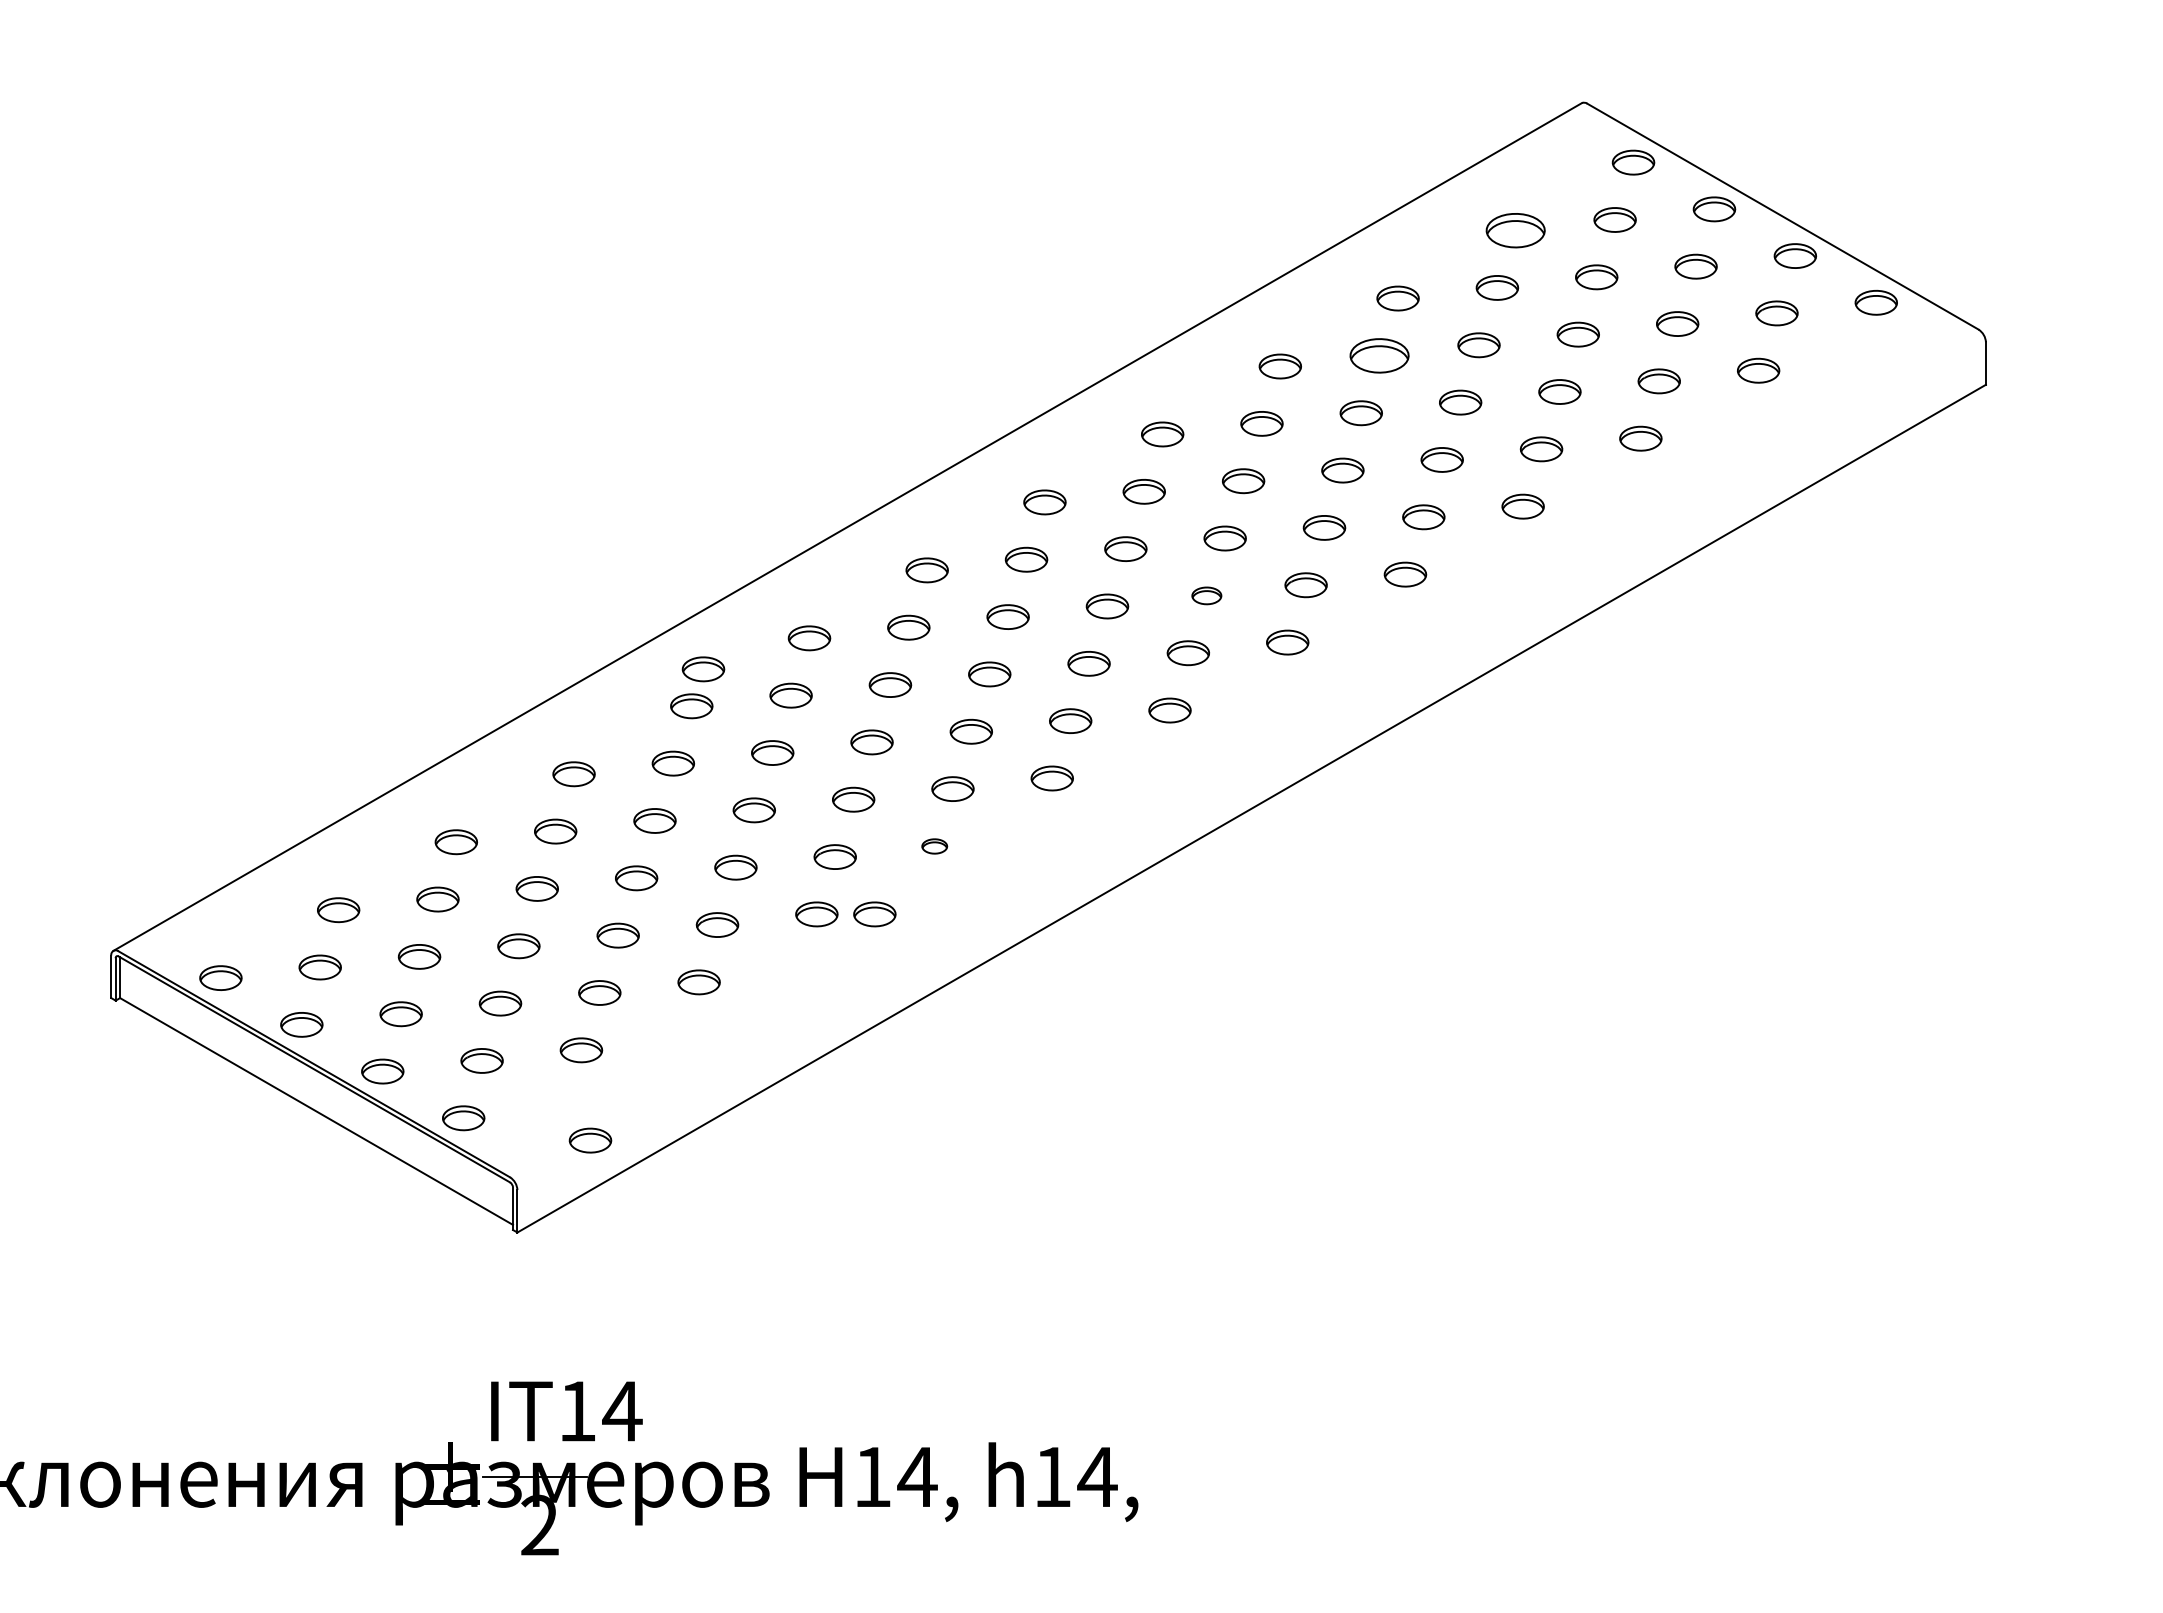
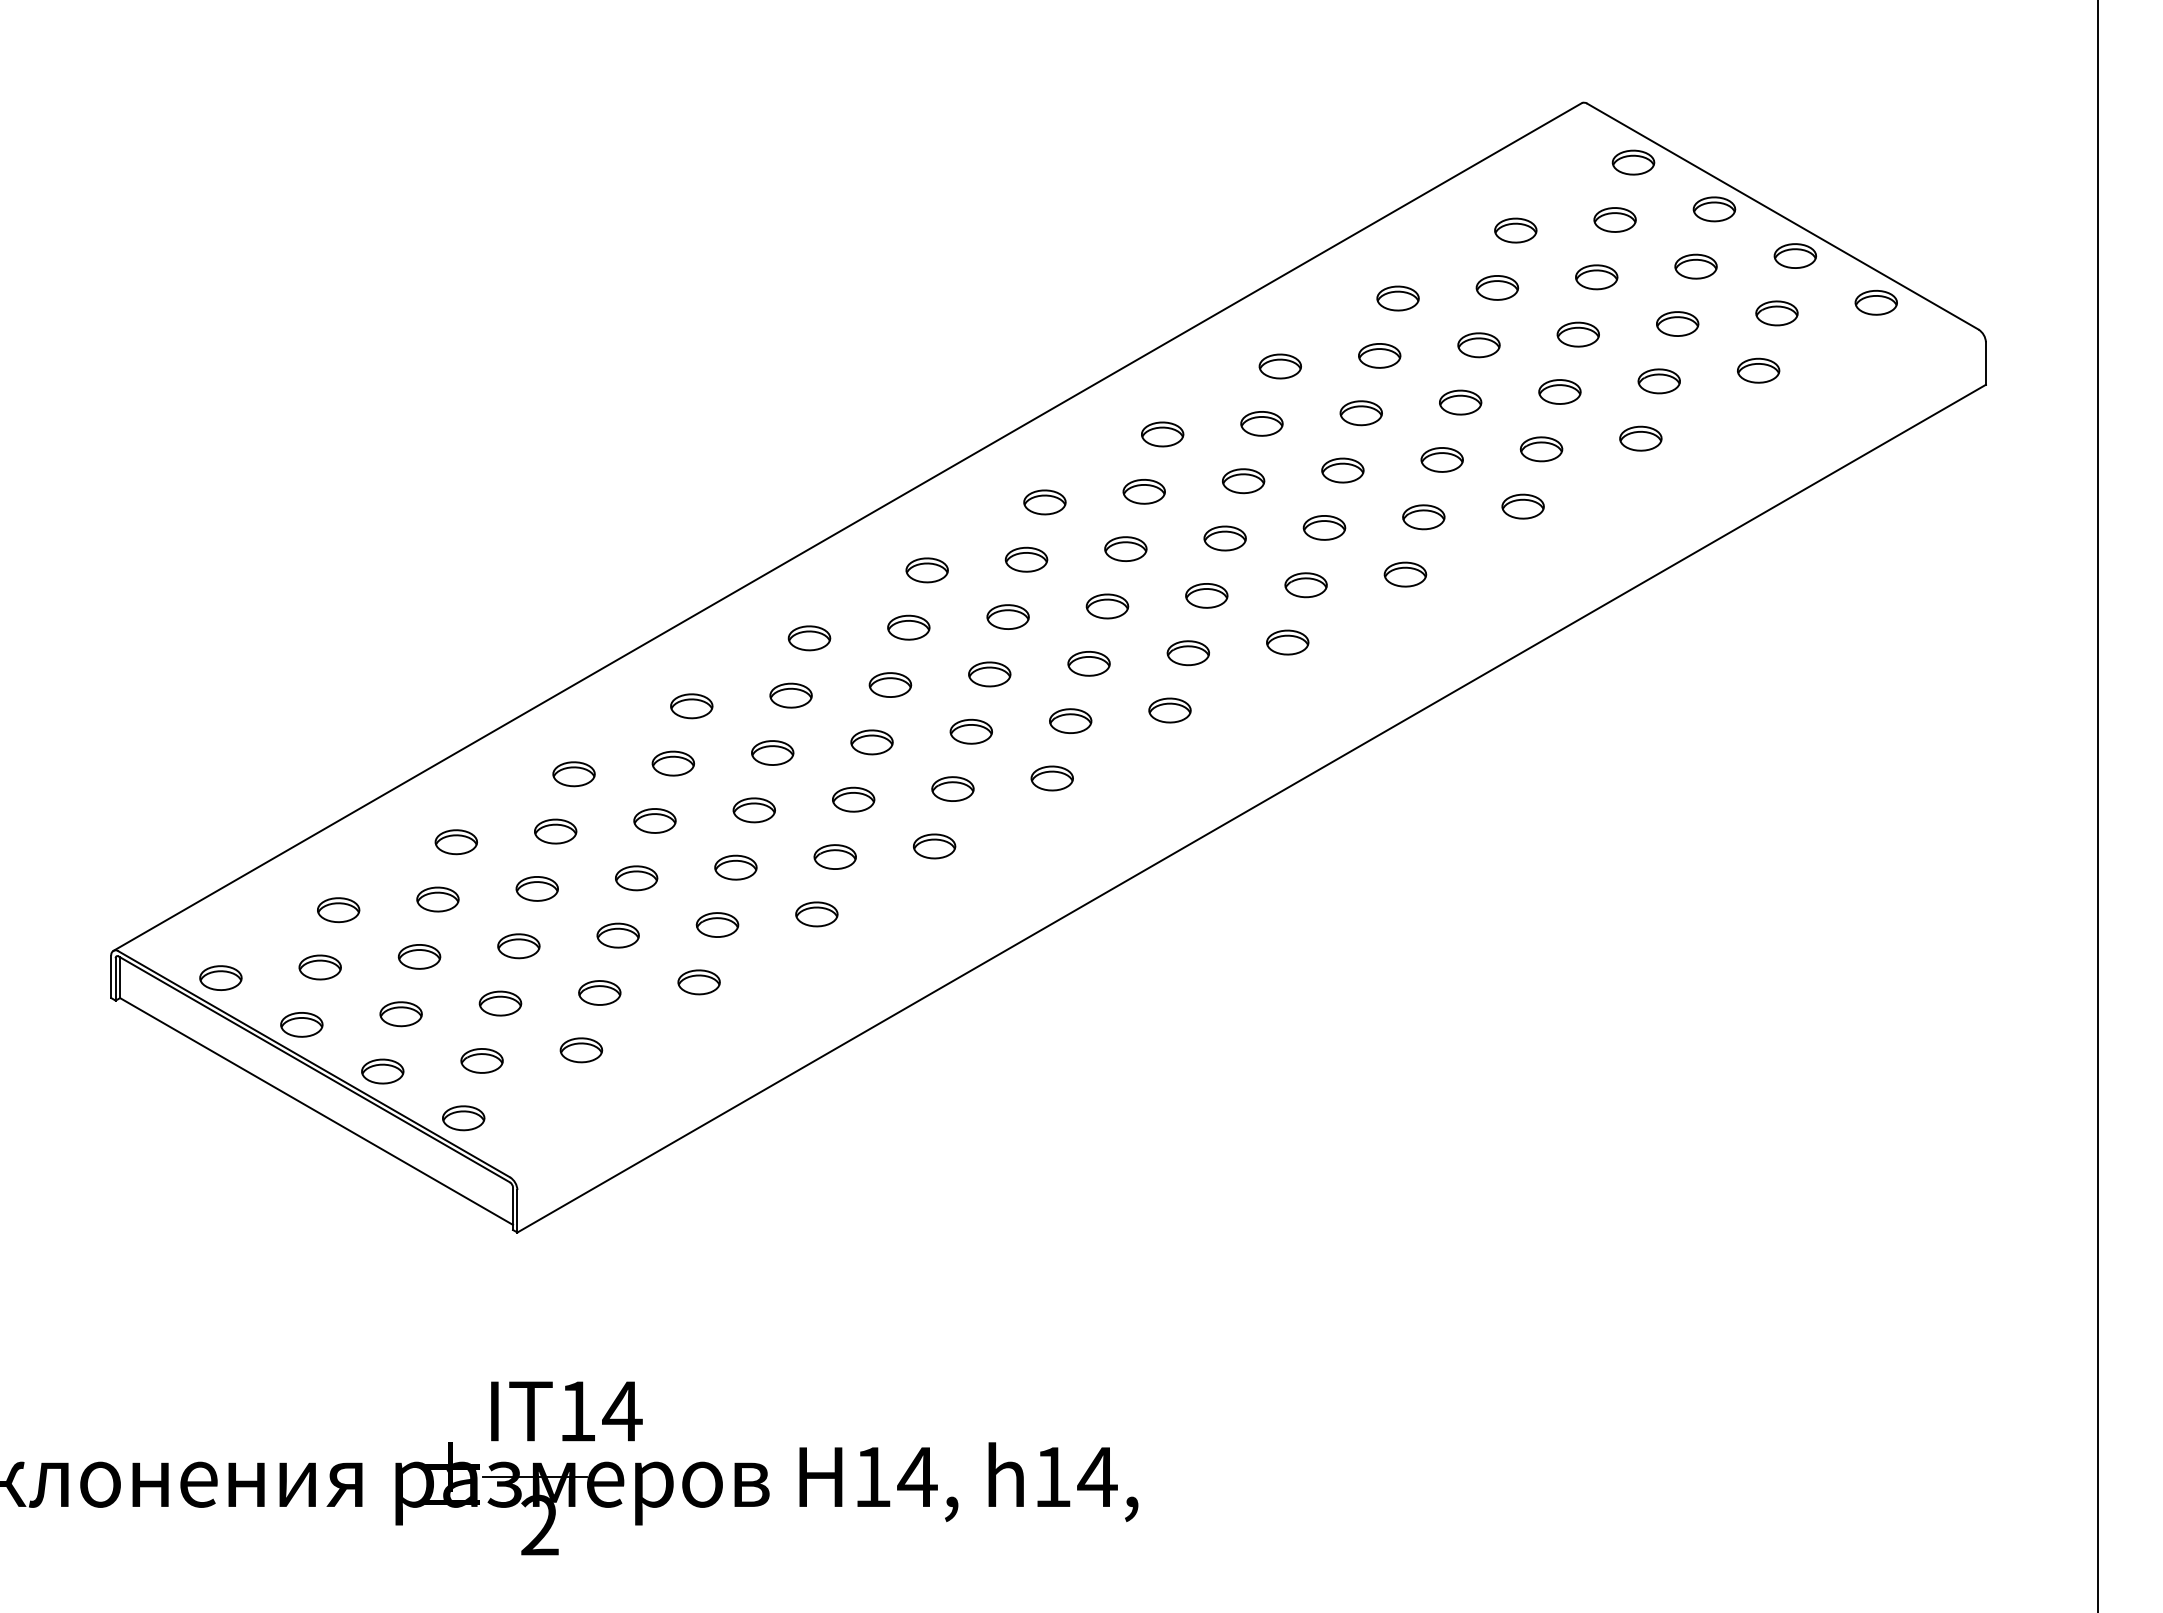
part at (1515, 230) size: 61x36 px -> 44x27 px
part at (1379, 355) size: 61x36 px -> 44x26 px
part at (1206, 595) size: 32x20 px -> 44x26 px
part at (703, 669): present -> none
line at (2098, 805): none -> present
part at (934, 846) size: 28x17 px -> 44x27 px
part at (874, 914): present -> none
part at (590, 1140): present -> none
